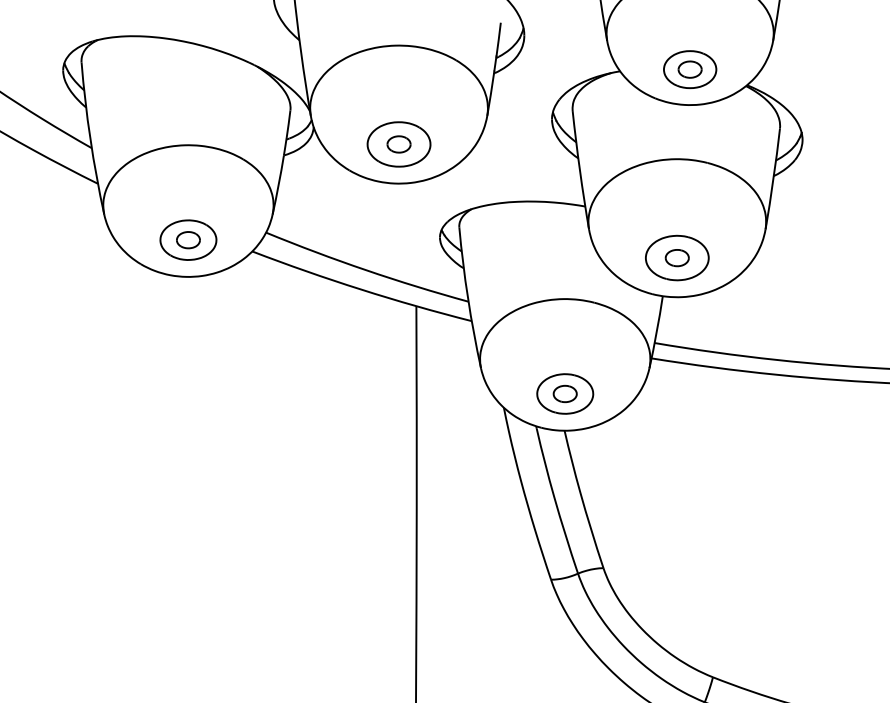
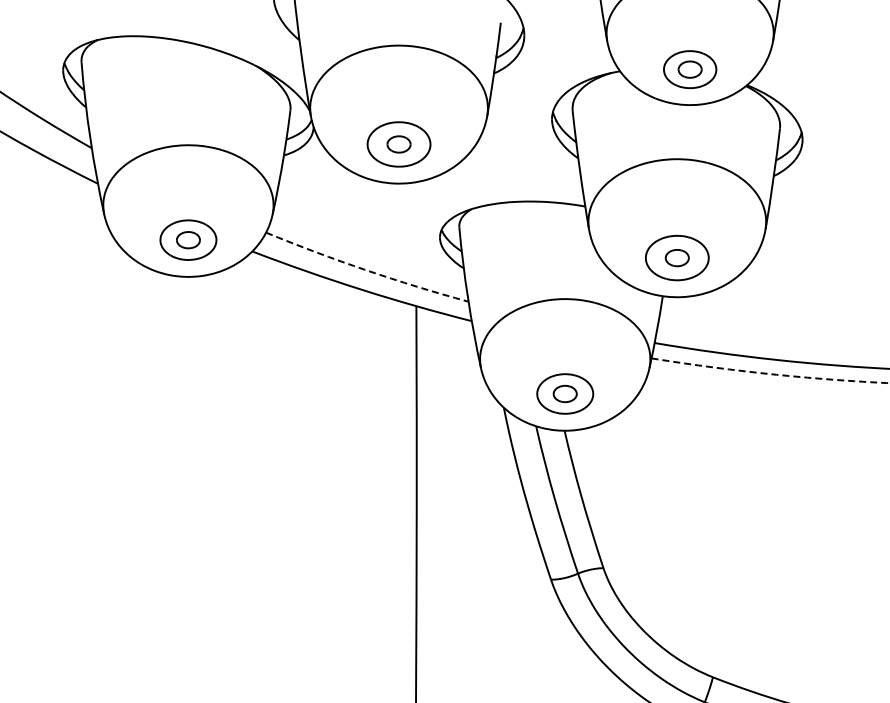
arc at (366, 270): solid -> dashed
arc at (771, 374): solid -> dashed
